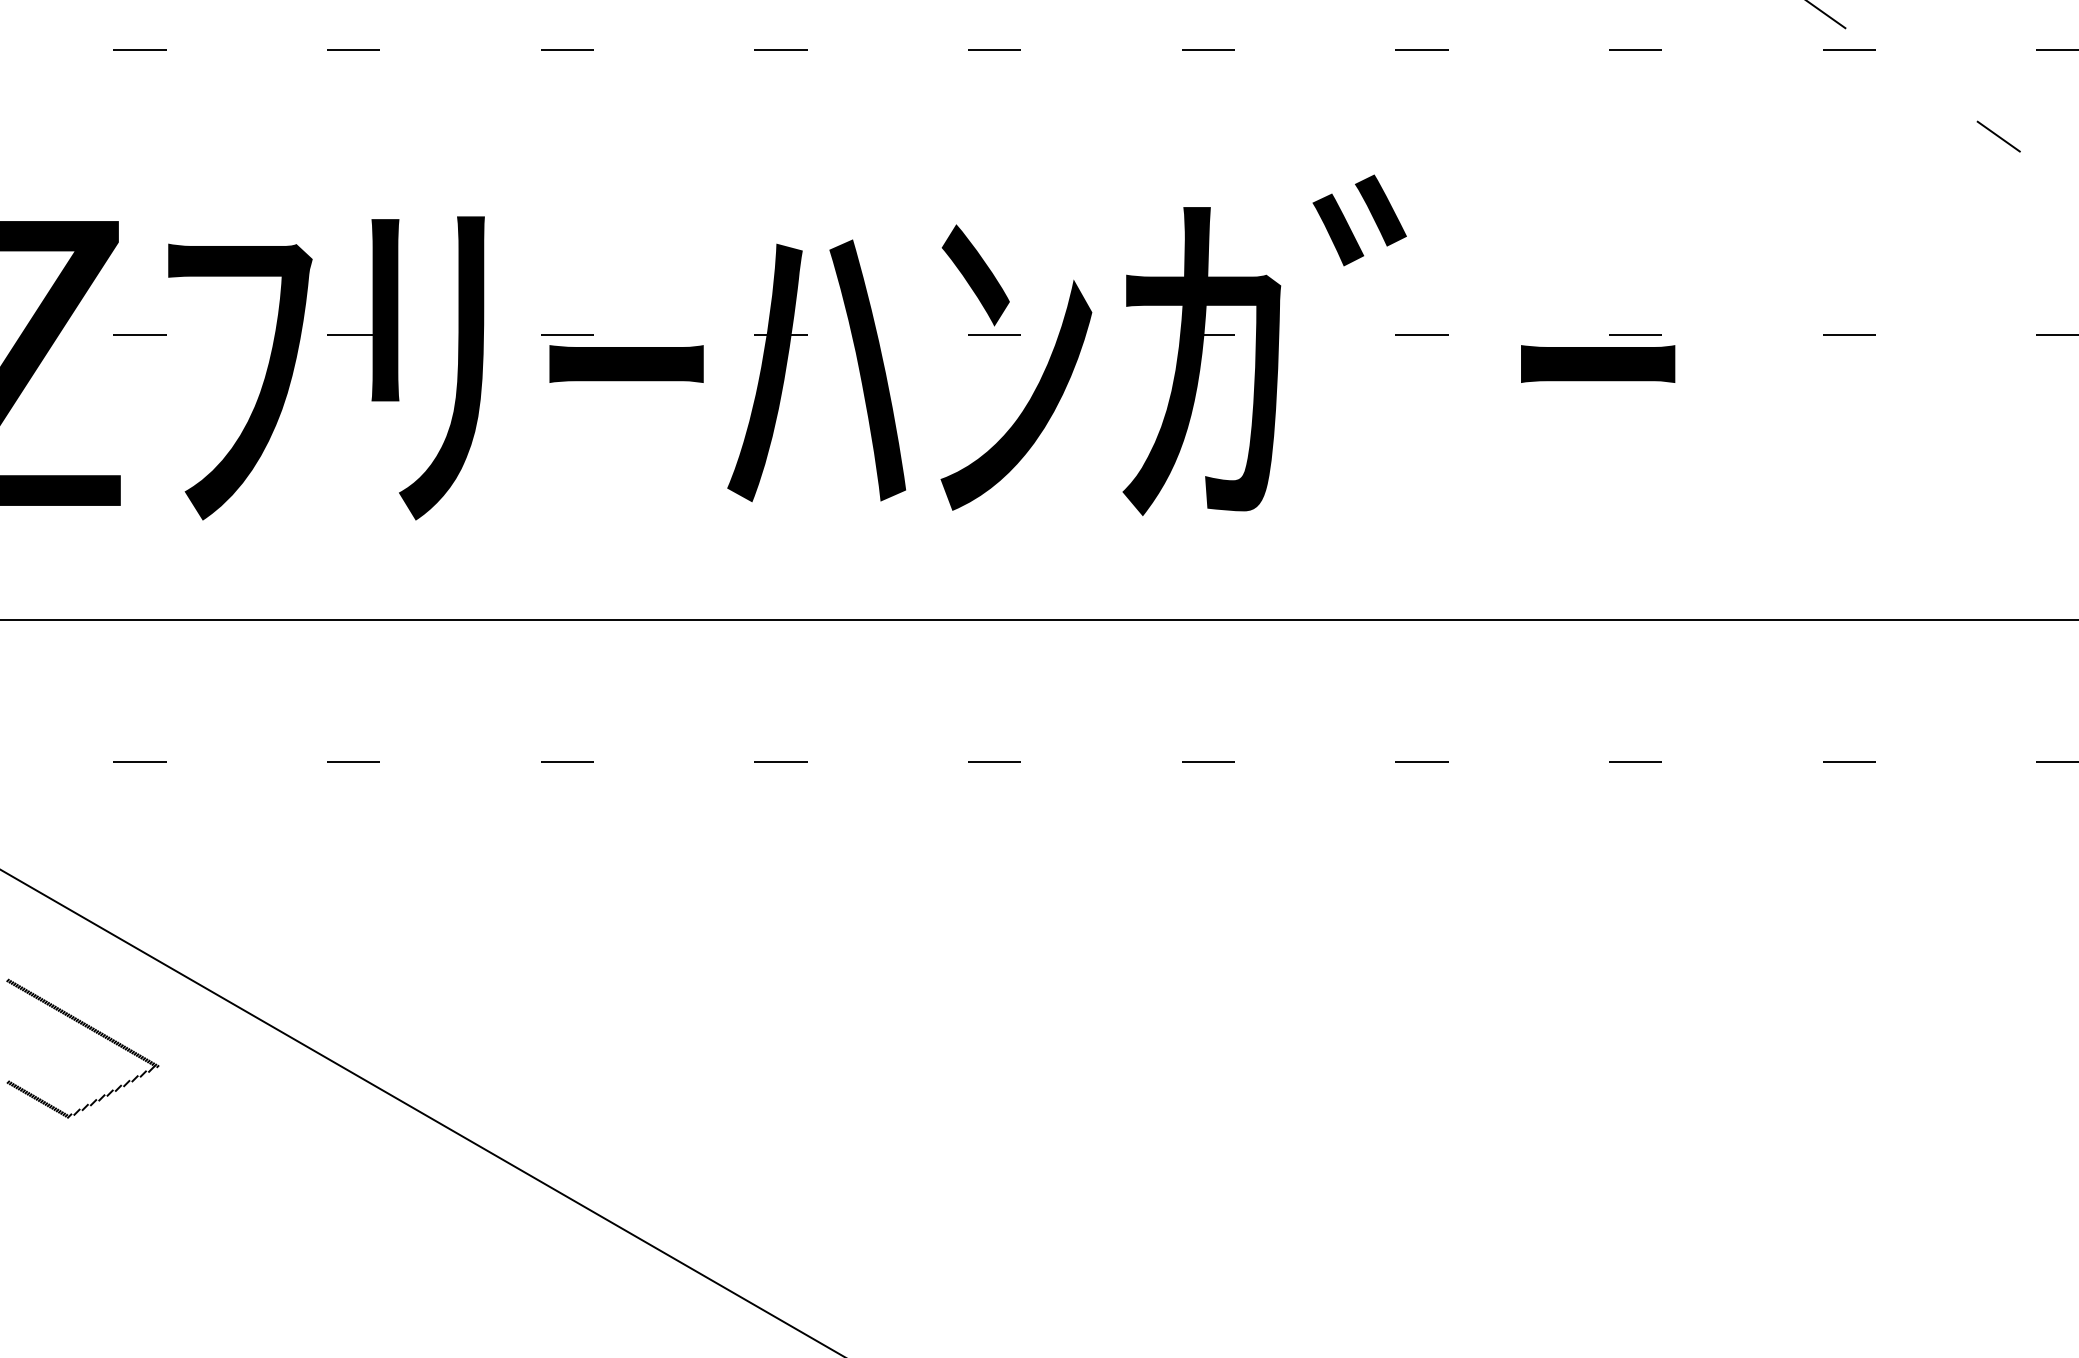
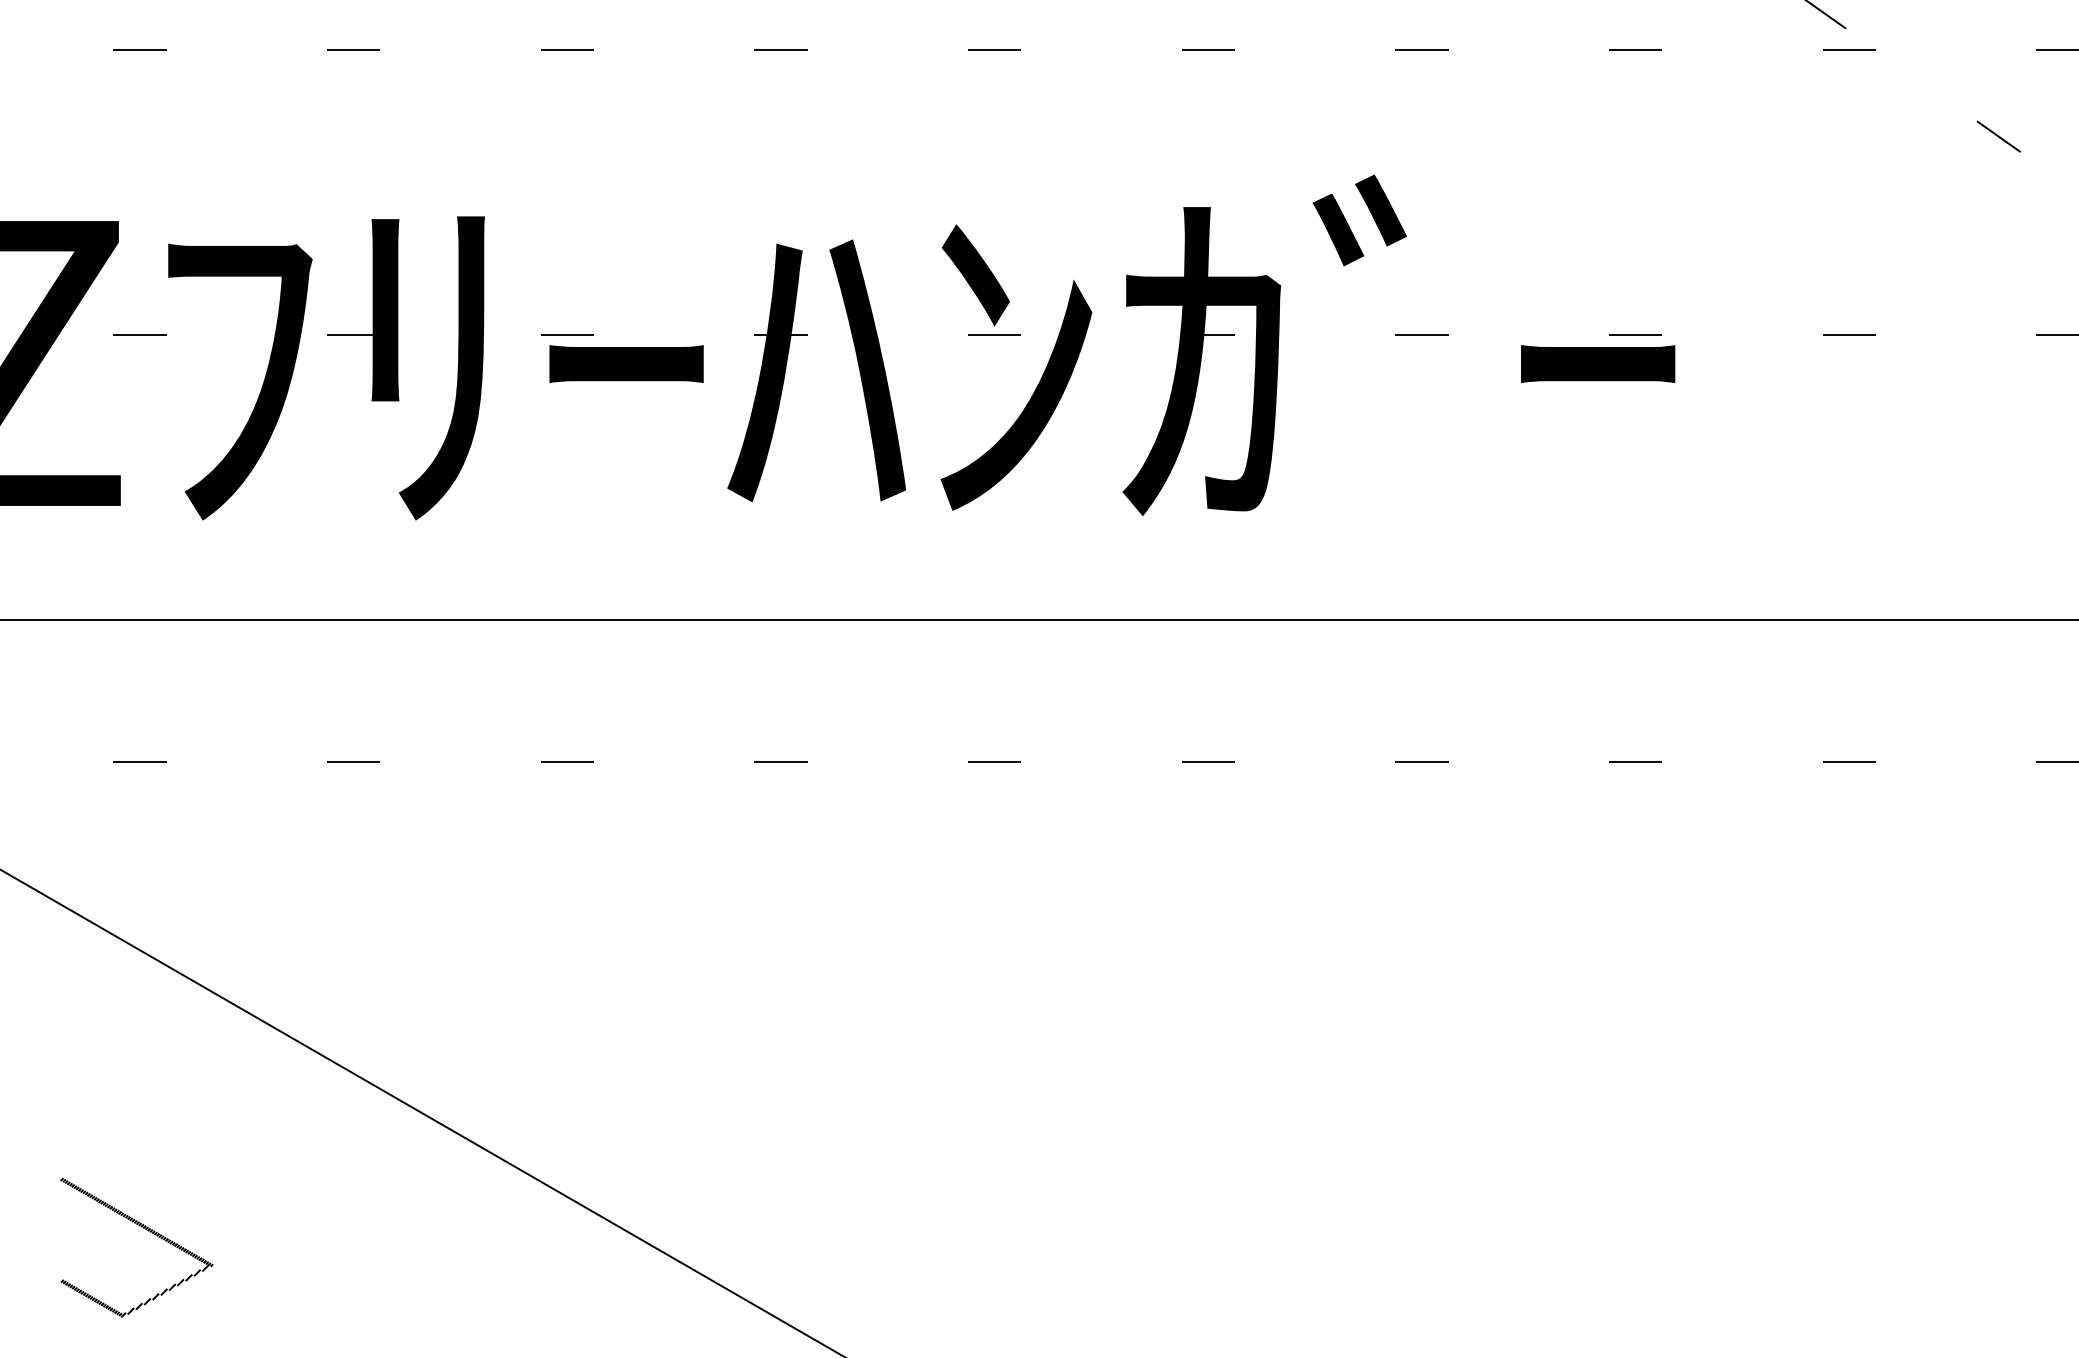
part at (92, 1031) position: (92, 1031) -> (146, 1230)
